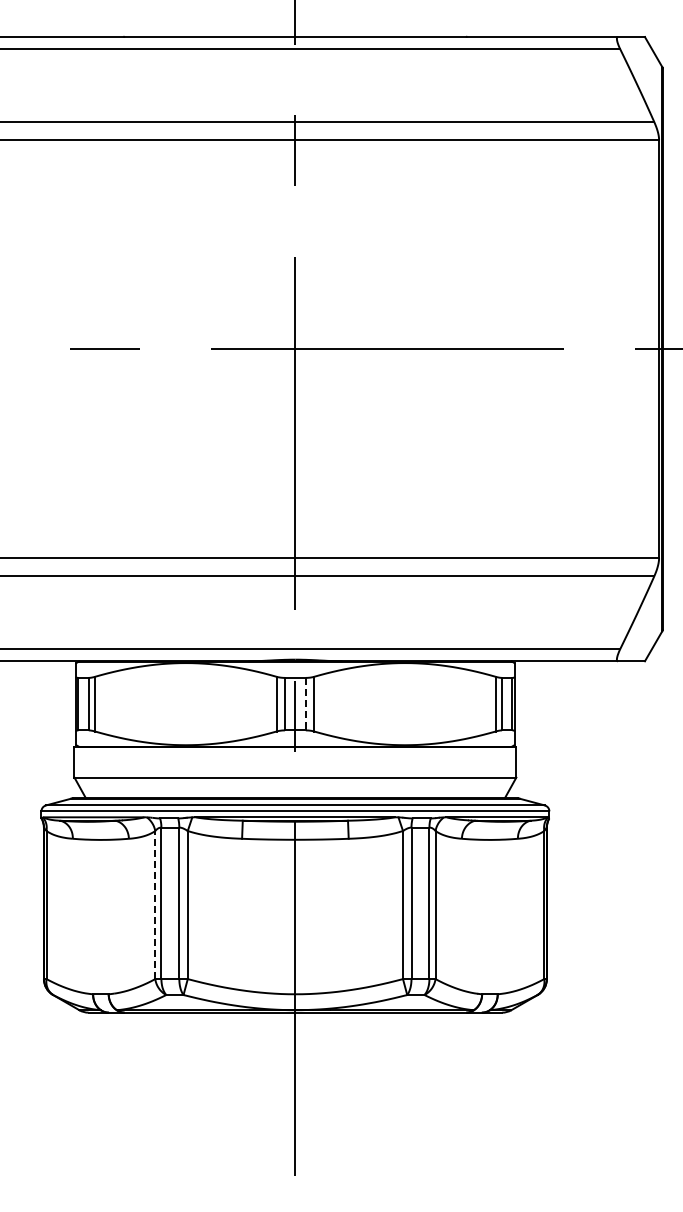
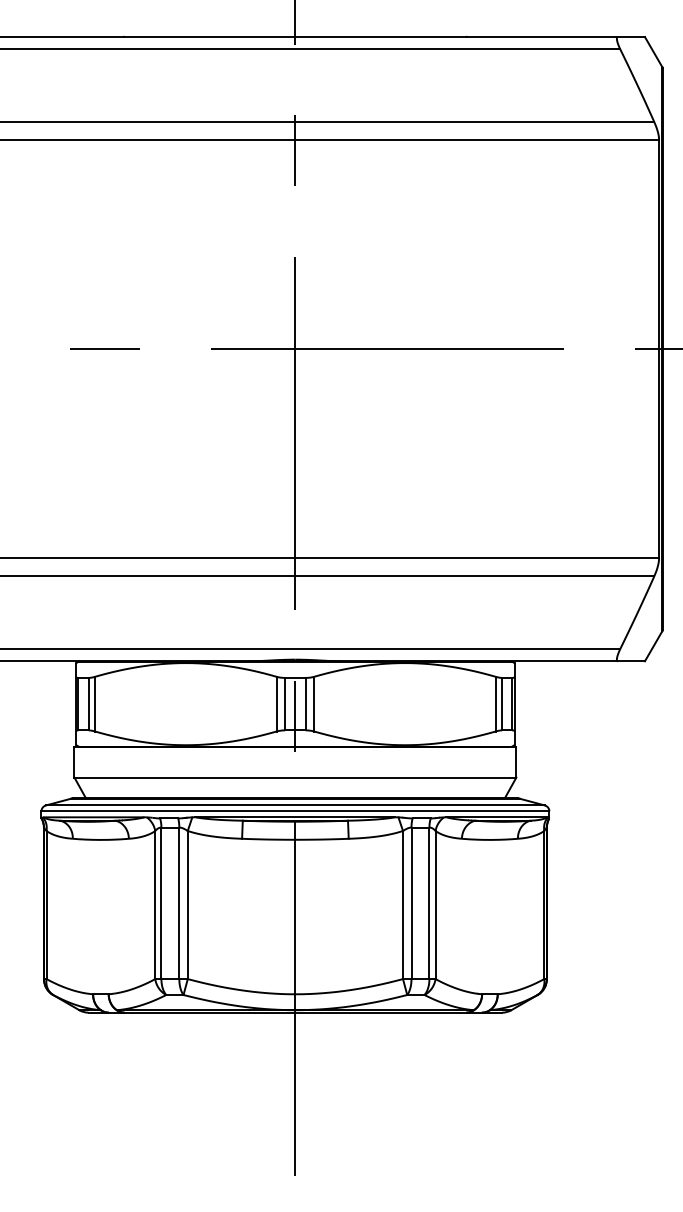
line at (305, 704): dashed -> solid
line at (155, 904): dashed -> solid
